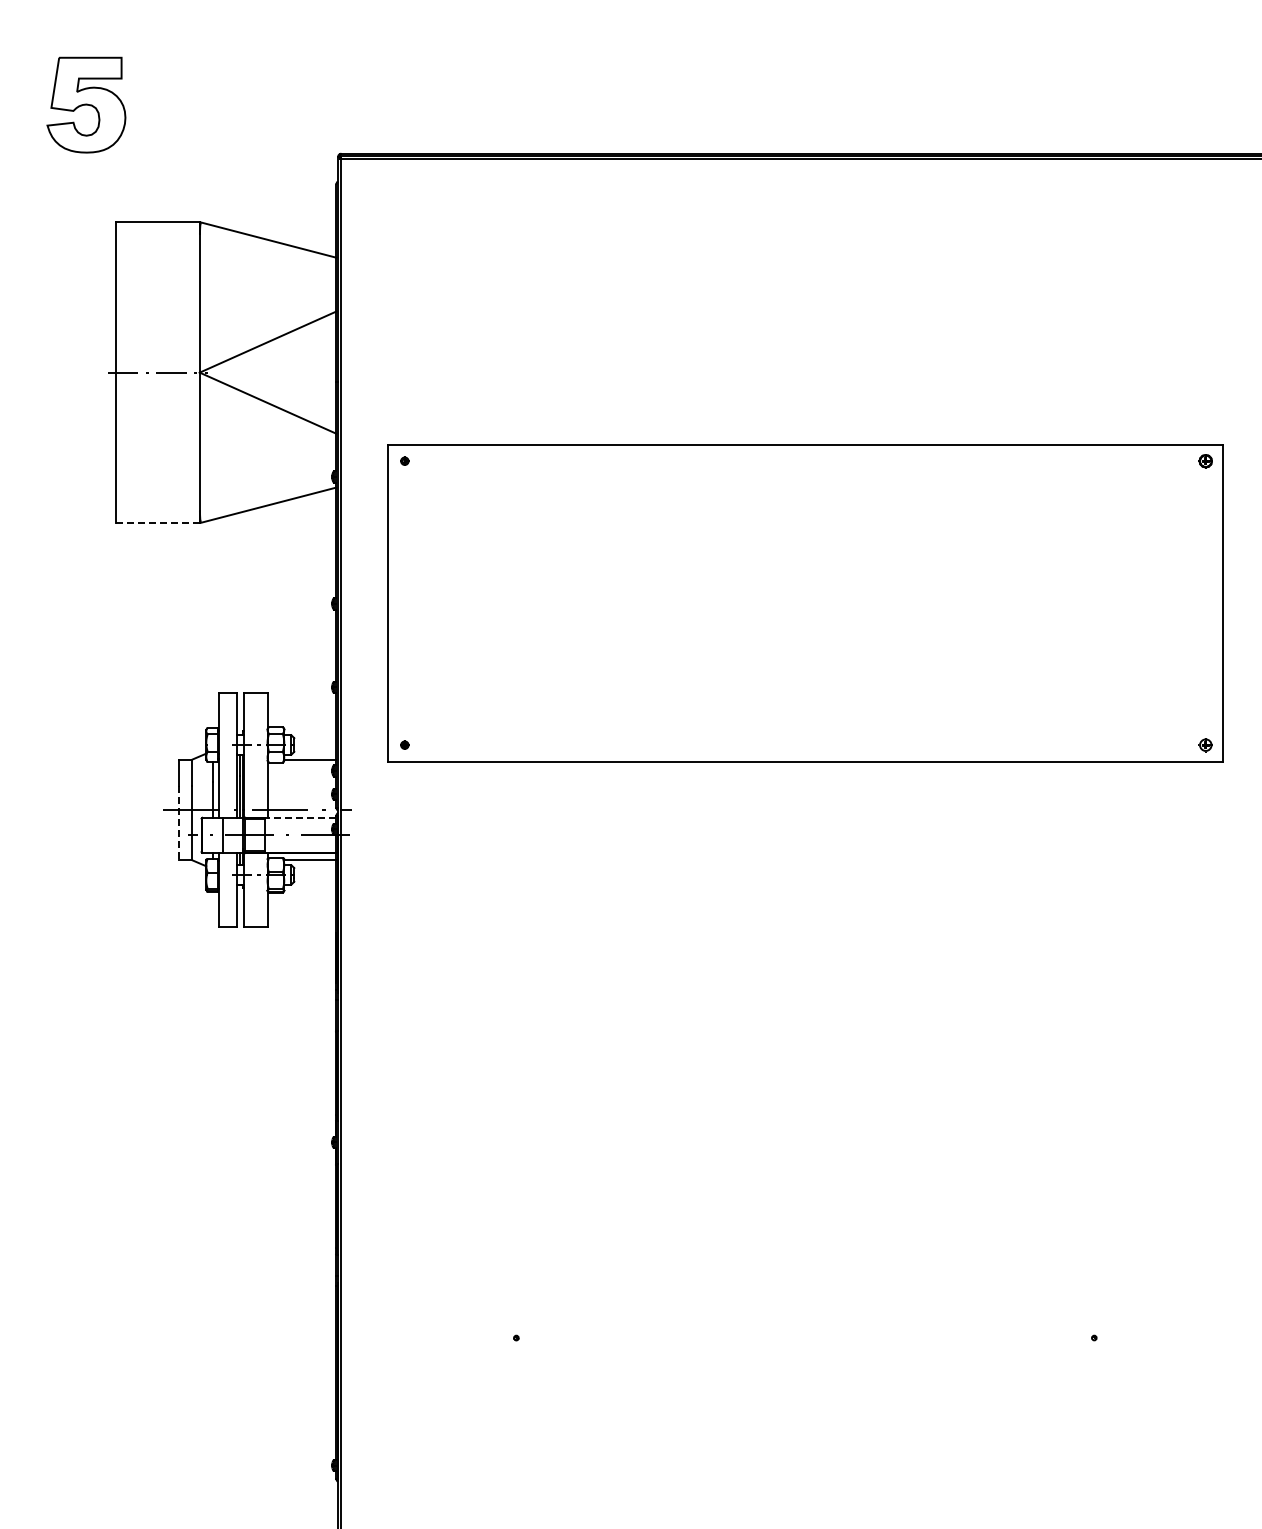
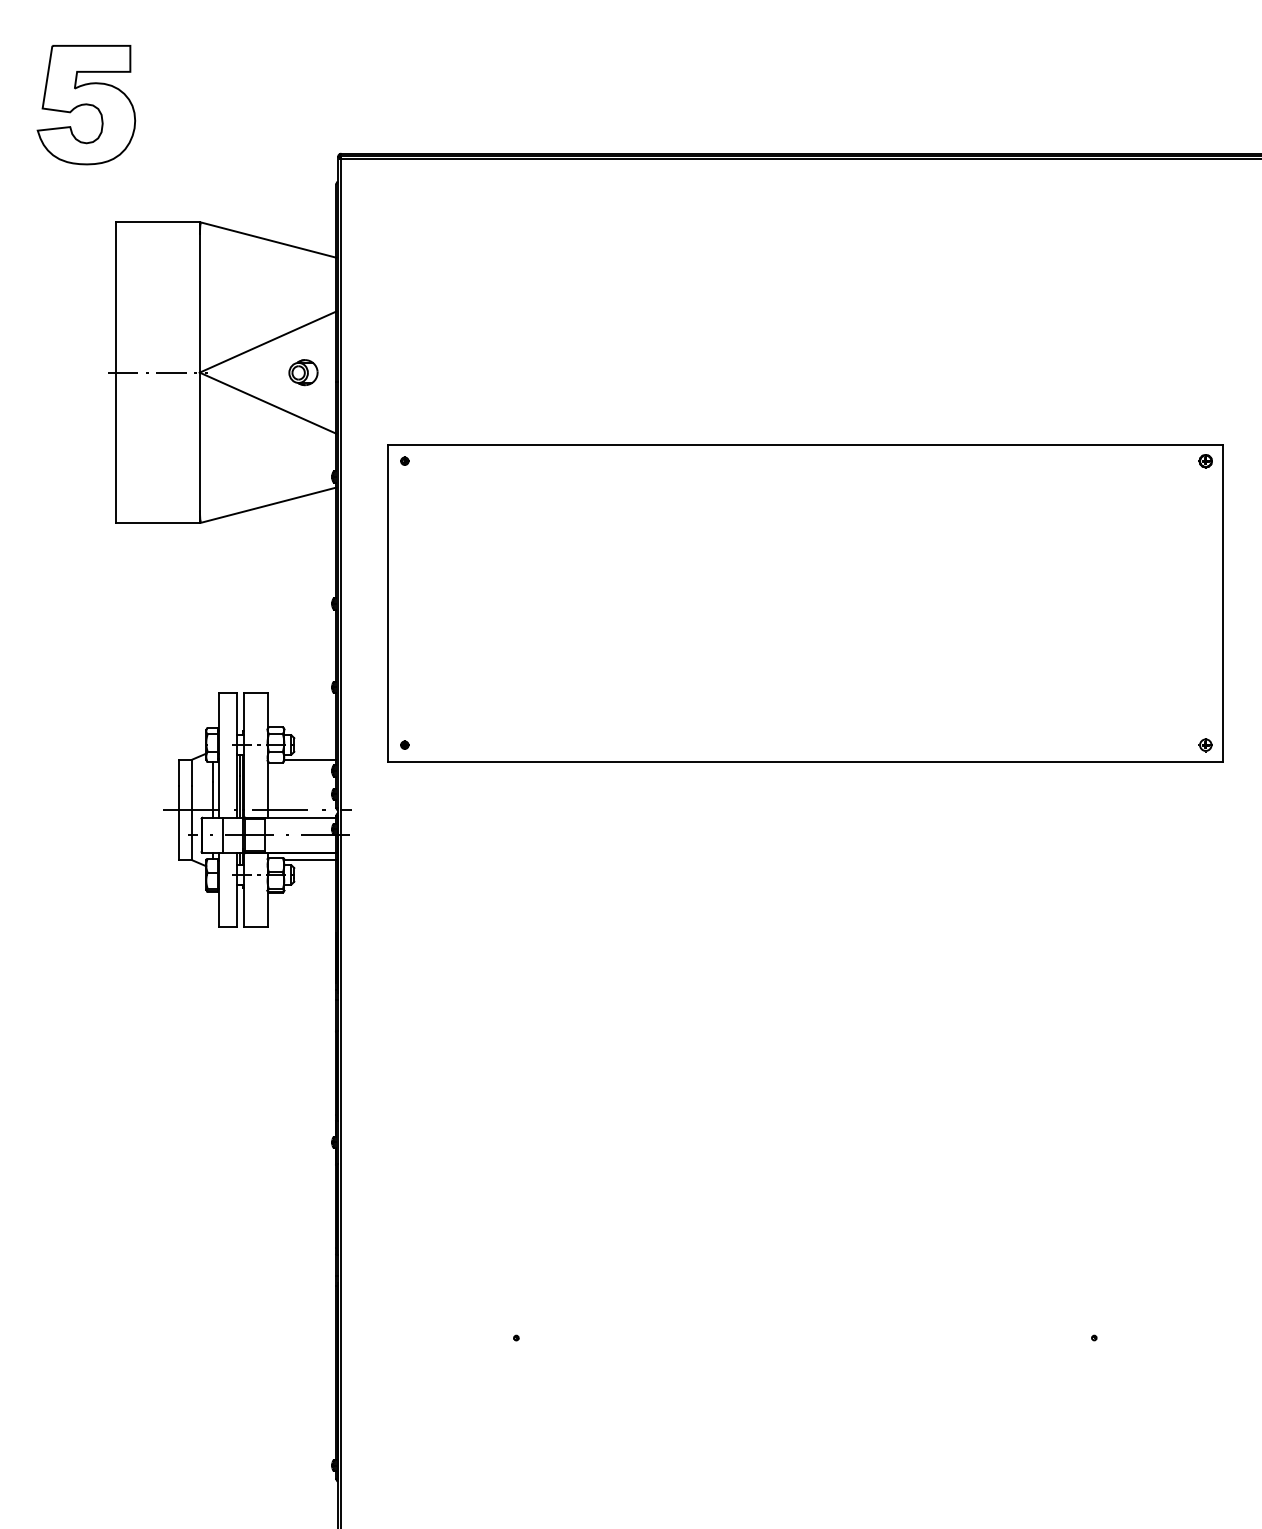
part at (86, 104) size: 81x98 px -> 101x121 px
part at (303, 372): none -> present
line at (158, 522): dashed -> solid
line at (300, 817): dashed -> solid
line at (179, 823): dashed -> solid
